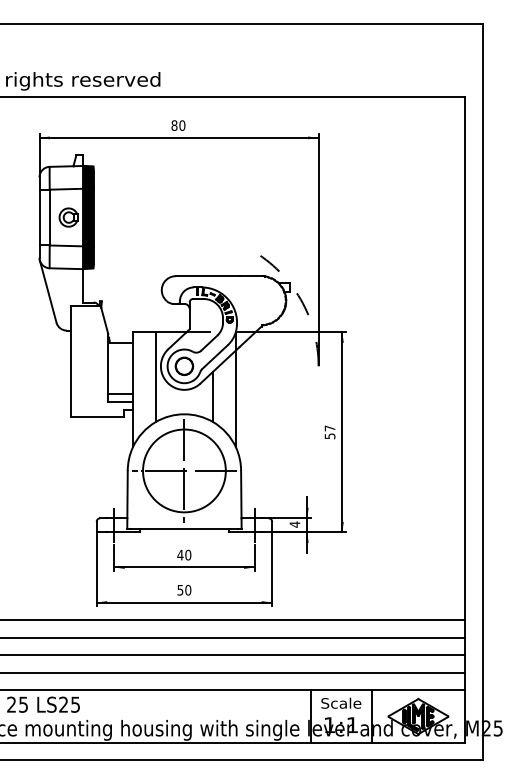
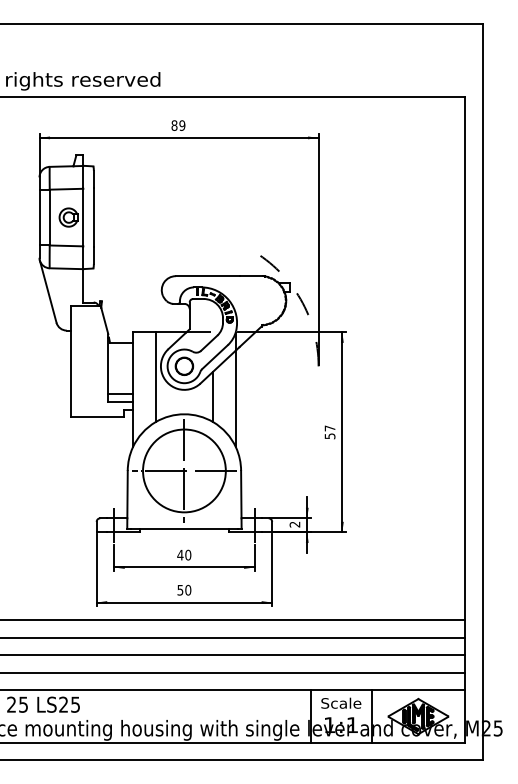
text at (182, 125): 80 -> 89
fill at (88, 217): present -> none
text at (294, 524): 4 -> 2
